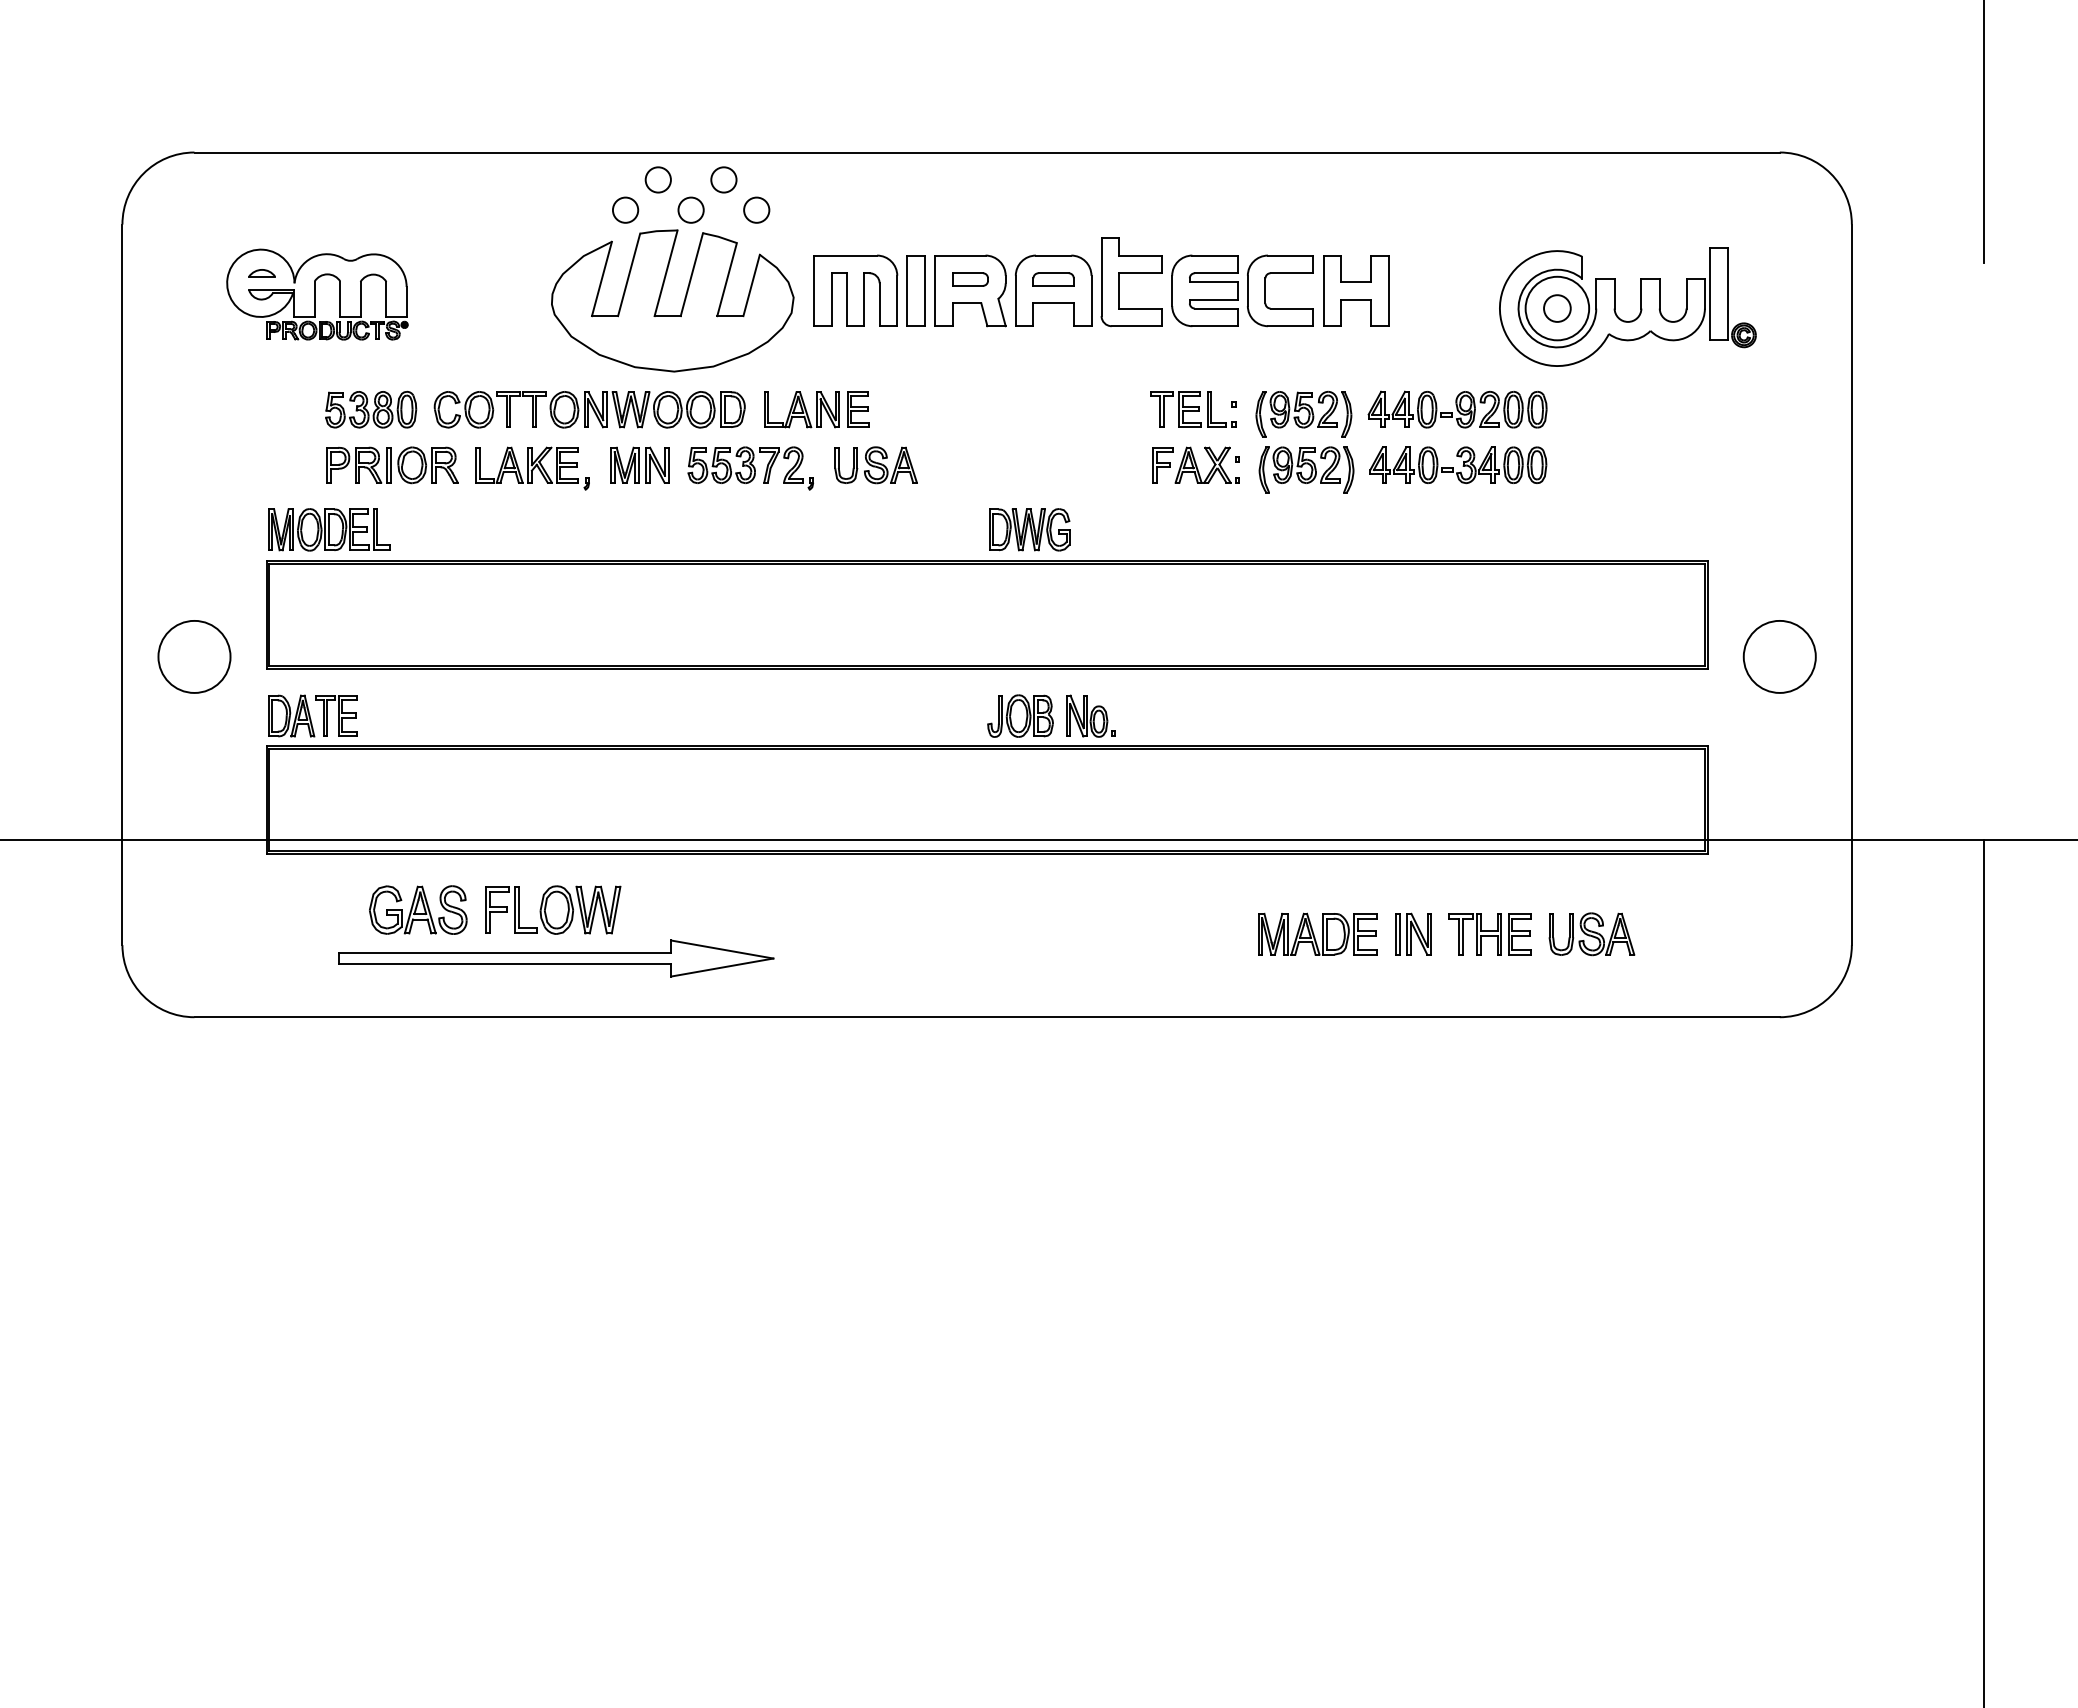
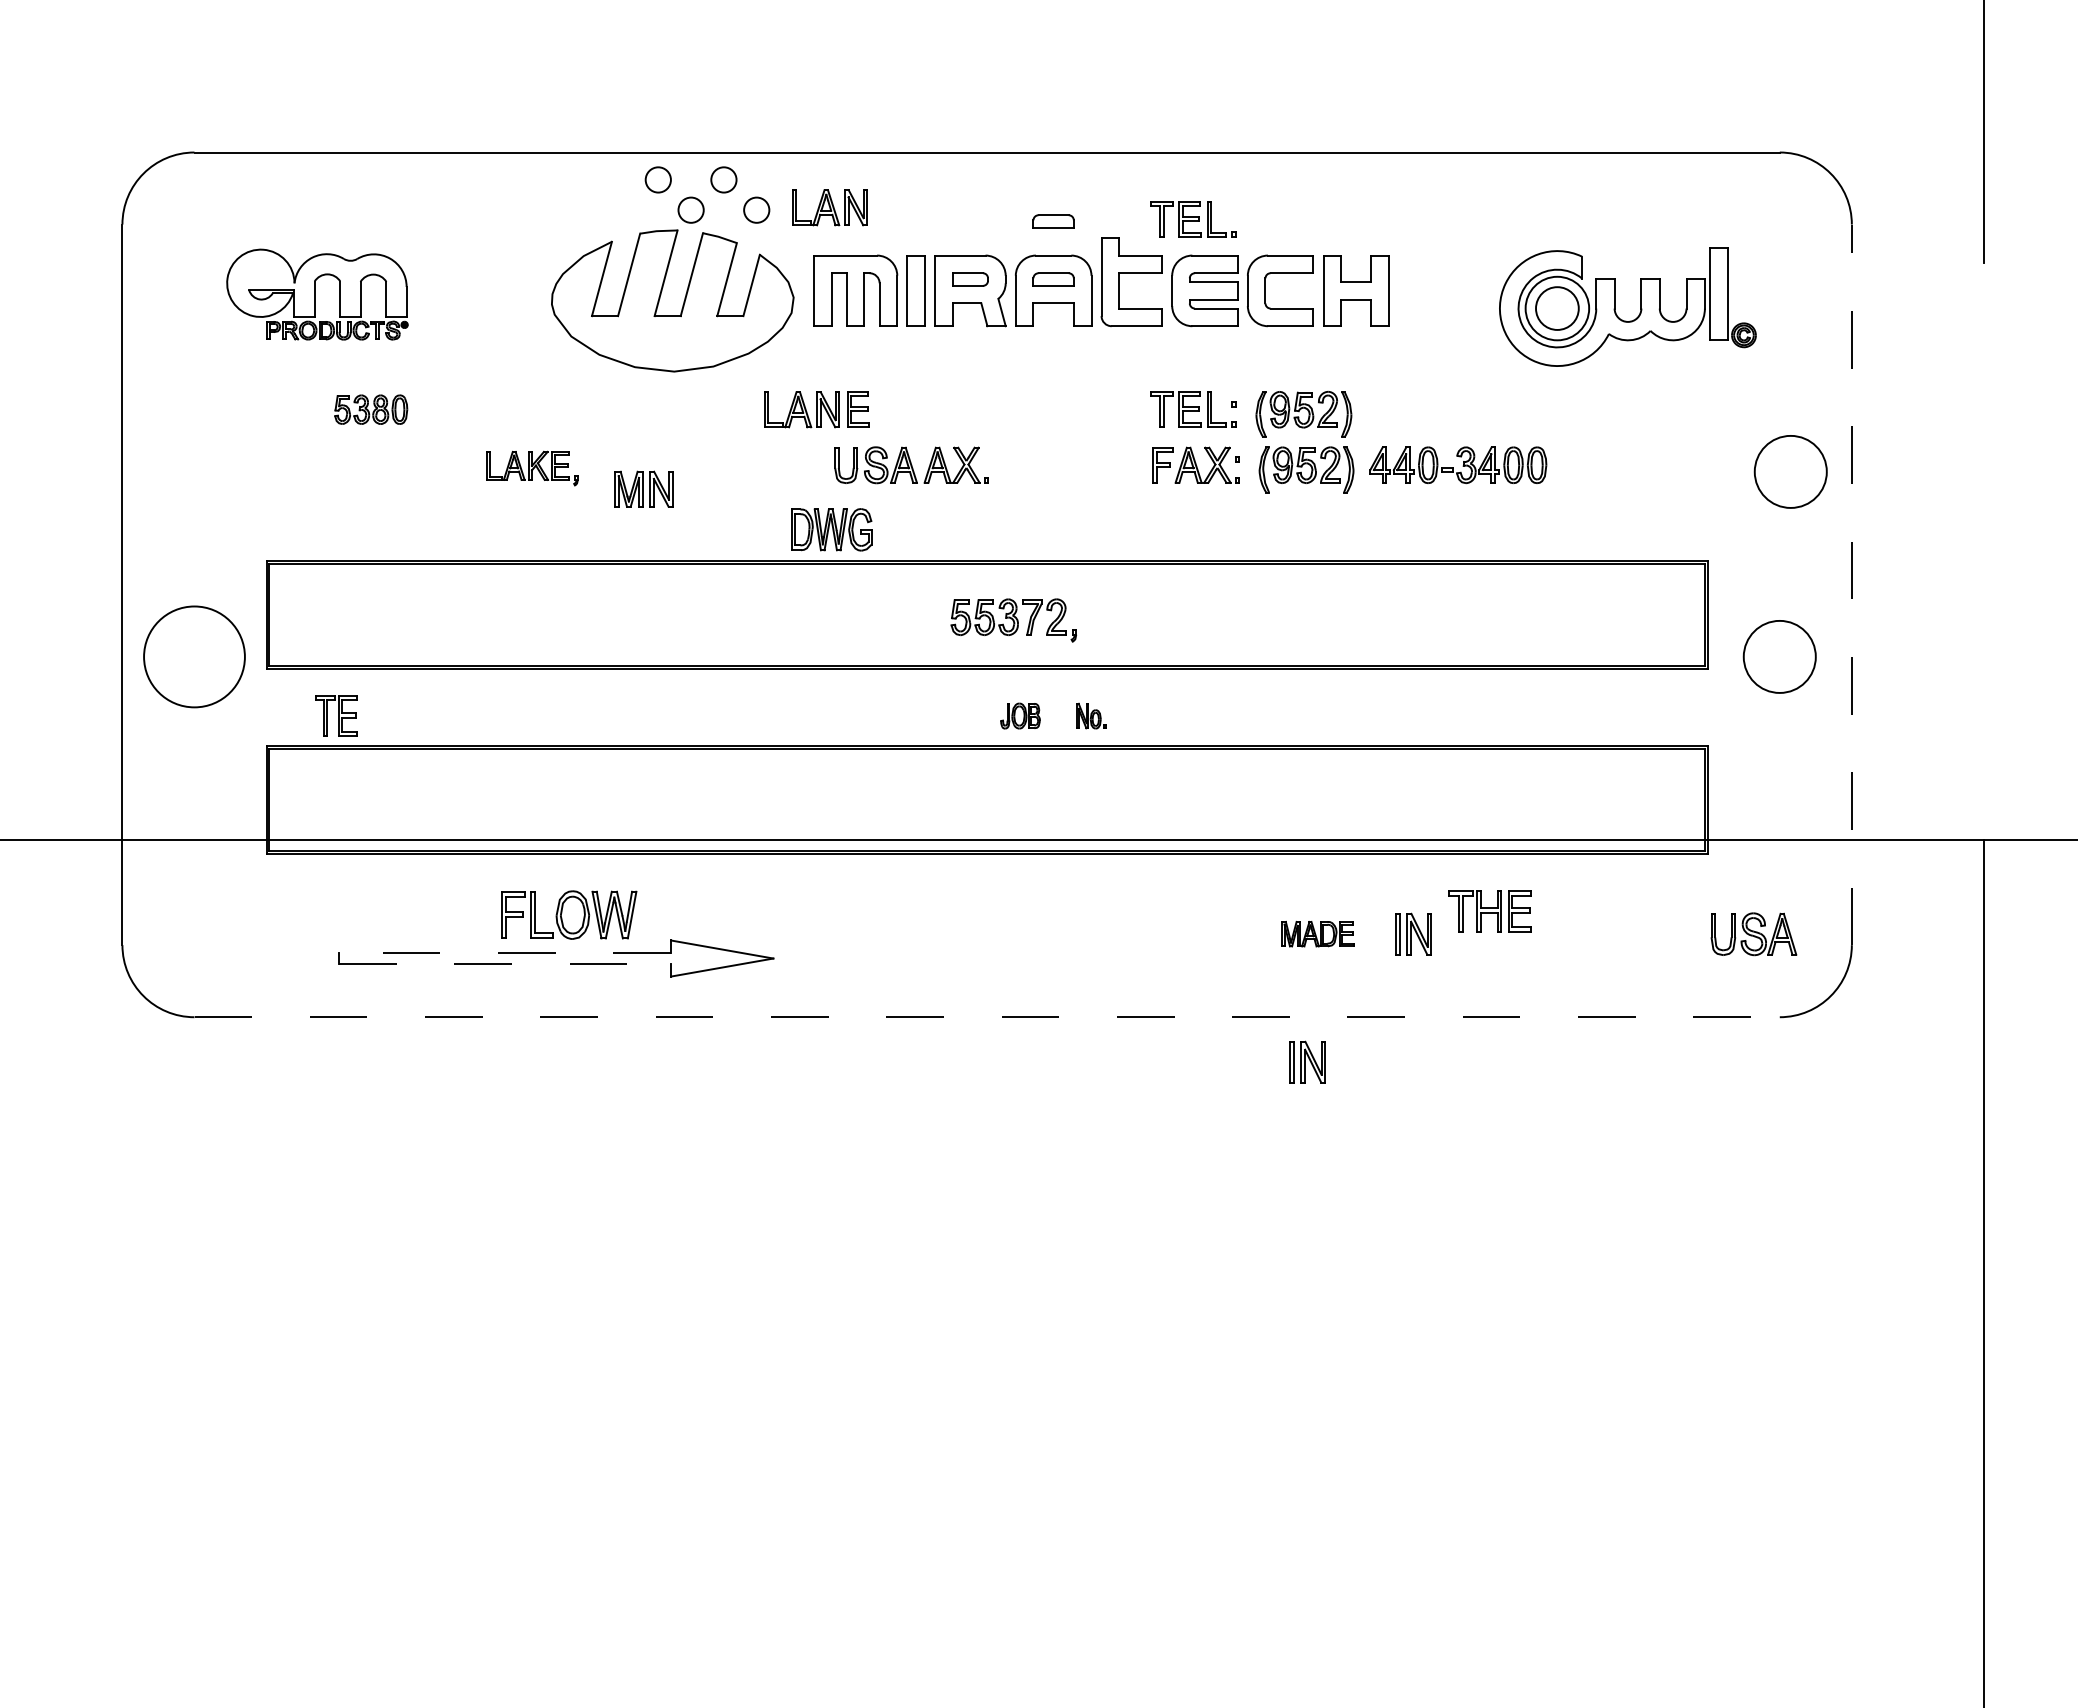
part at (829, 207): none -> present
circle at (625, 209): present -> none
part at (1193, 219): none -> present
part at (1053, 221): none -> present
part at (261, 273): present -> none
circle at (1557, 308) diameter: 27 px -> 43 px
part at (371, 409) size: 93x39 px -> 75x31 px
part at (589, 409): present -> none
part at (1457, 409): present -> none
part at (960, 460): none -> present
part at (639, 464) position: (639, 464) -> (643, 488)
part at (392, 465): present -> none
part at (532, 468) size: 115x45 px -> 93x37 px
part at (750, 468) position: (750, 468) -> (1013, 620)
circle at (1790, 471): none -> present
part at (329, 529): present -> none
part at (1029, 529) position: (1029, 529) -> (831, 529)
line at (1851, 584): solid -> dashed
circle at (194, 656) diameter: 72 px -> 101 px
part at (291, 715): present -> none
part at (1020, 715) size: 67x44 px -> 41x28 px
part at (1090, 715) size: 50x44 px -> 31x28 px
part at (418, 909): present -> none
part at (553, 909) position: (553, 909) -> (569, 914)
part at (1317, 933) size: 120x44 px -> 74x27 px
part at (1489, 934) position: (1489, 934) -> (1489, 911)
part at (1591, 934) position: (1591, 934) -> (1753, 934)
line at (504, 952): solid -> dashed
line at (505, 964): solid -> dashed
line at (987, 1017): solid -> dashed
part at (1307, 1061): none -> present
